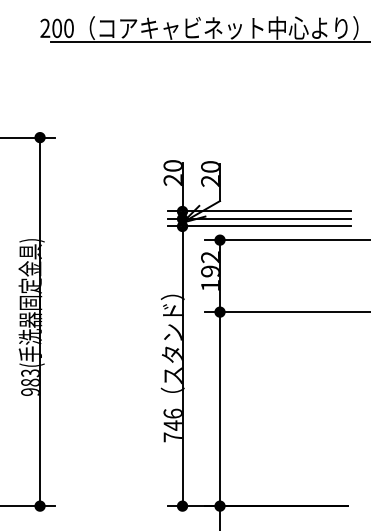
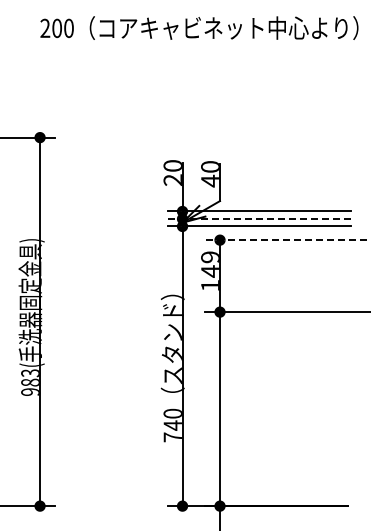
line at (208, 42): present -> none
text at (209, 180): 20 -> 40
line at (259, 218): solid -> dashed
line at (287, 240): solid -> dashed
text at (209, 264): 192 -> 149
text at (172, 413): 746 -> 740
